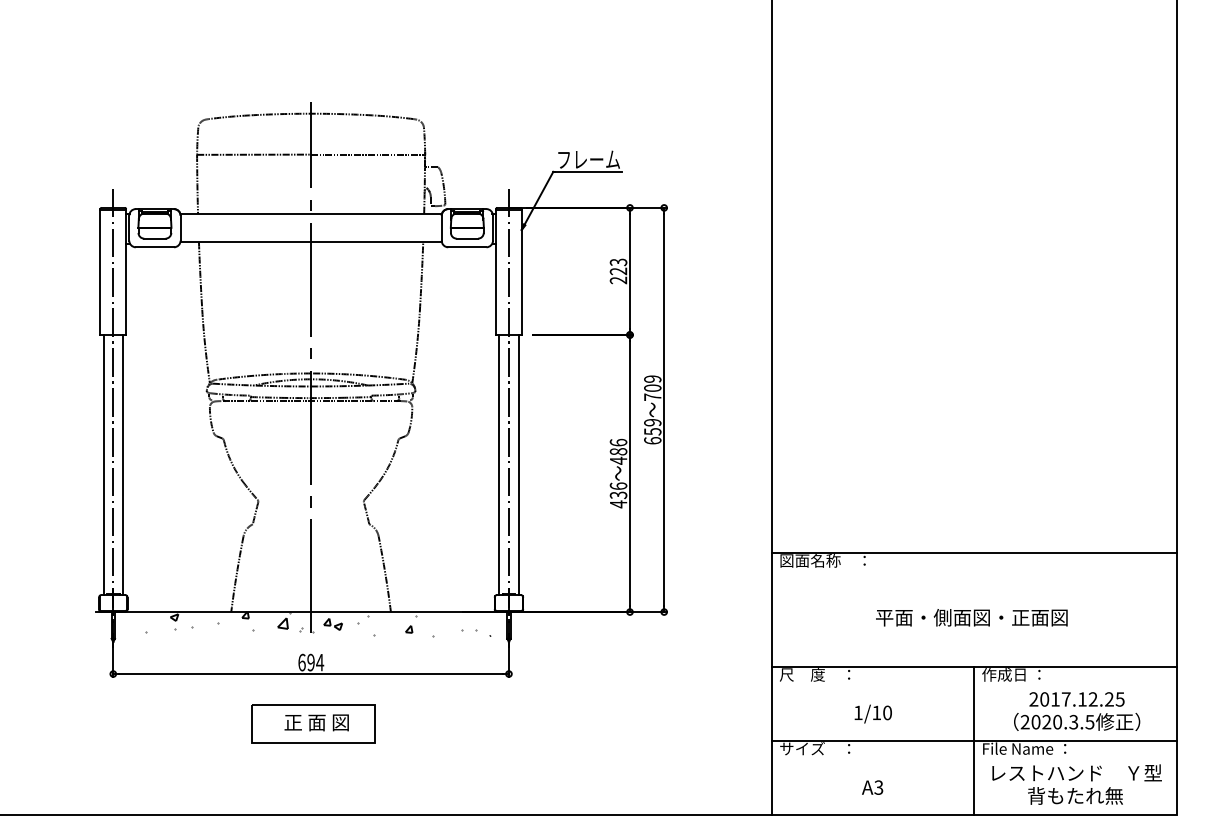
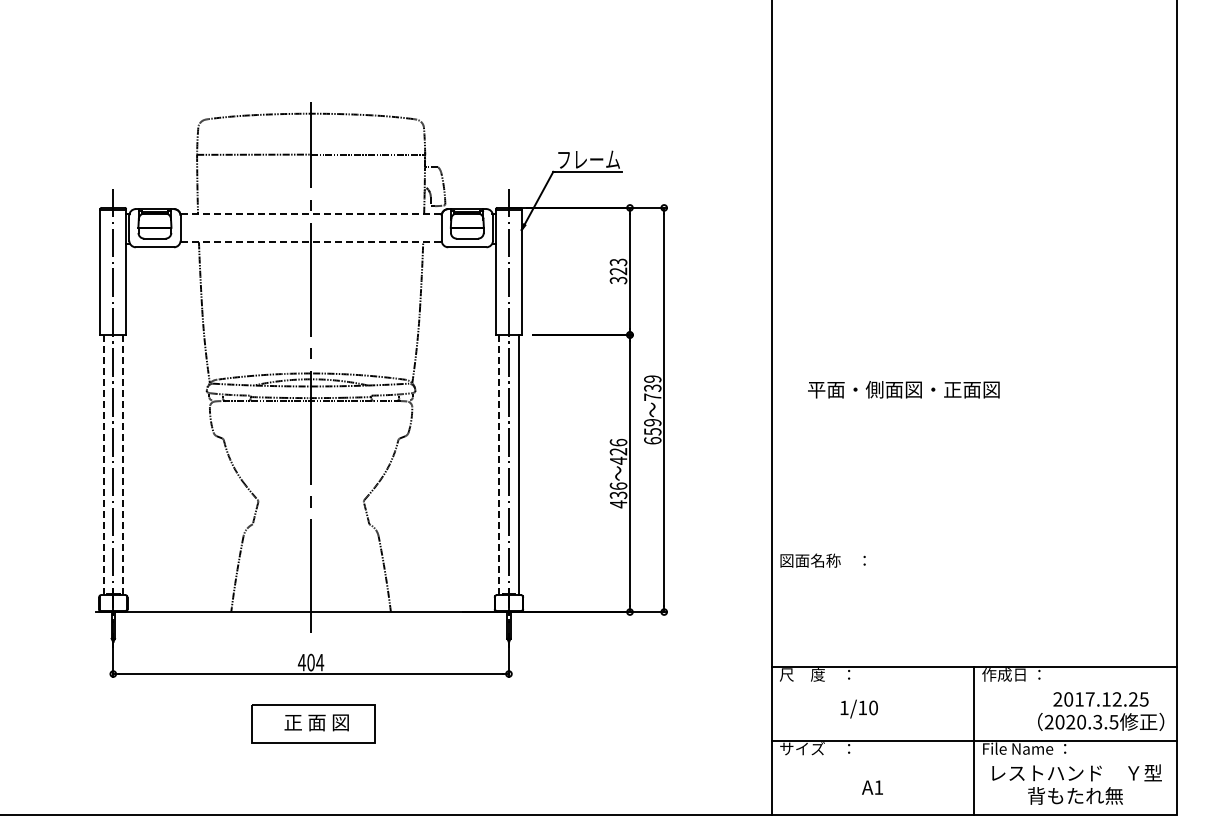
line at (311, 213): solid -> dashed
line at (311, 242): solid -> dashed
text at (618, 280): 223 -> 323
text at (652, 387): 709 -> 739
text at (618, 451): 486 -> 426
line at (103, 465): solid -> dashed
line at (123, 465): solid -> dashed
line at (498, 465): solid -> dashed
line at (973, 552): present -> none
text at (971, 617) position: (971, 617) -> (903, 389)
hatch at (318, 624): present -> none
text at (305, 662): 694 -> 404
text at (1077, 711) position: (1077, 711) -> (1101, 711)
text at (872, 713) position: (872, 713) -> (858, 708)
text at (878, 787): A3 -> A1
